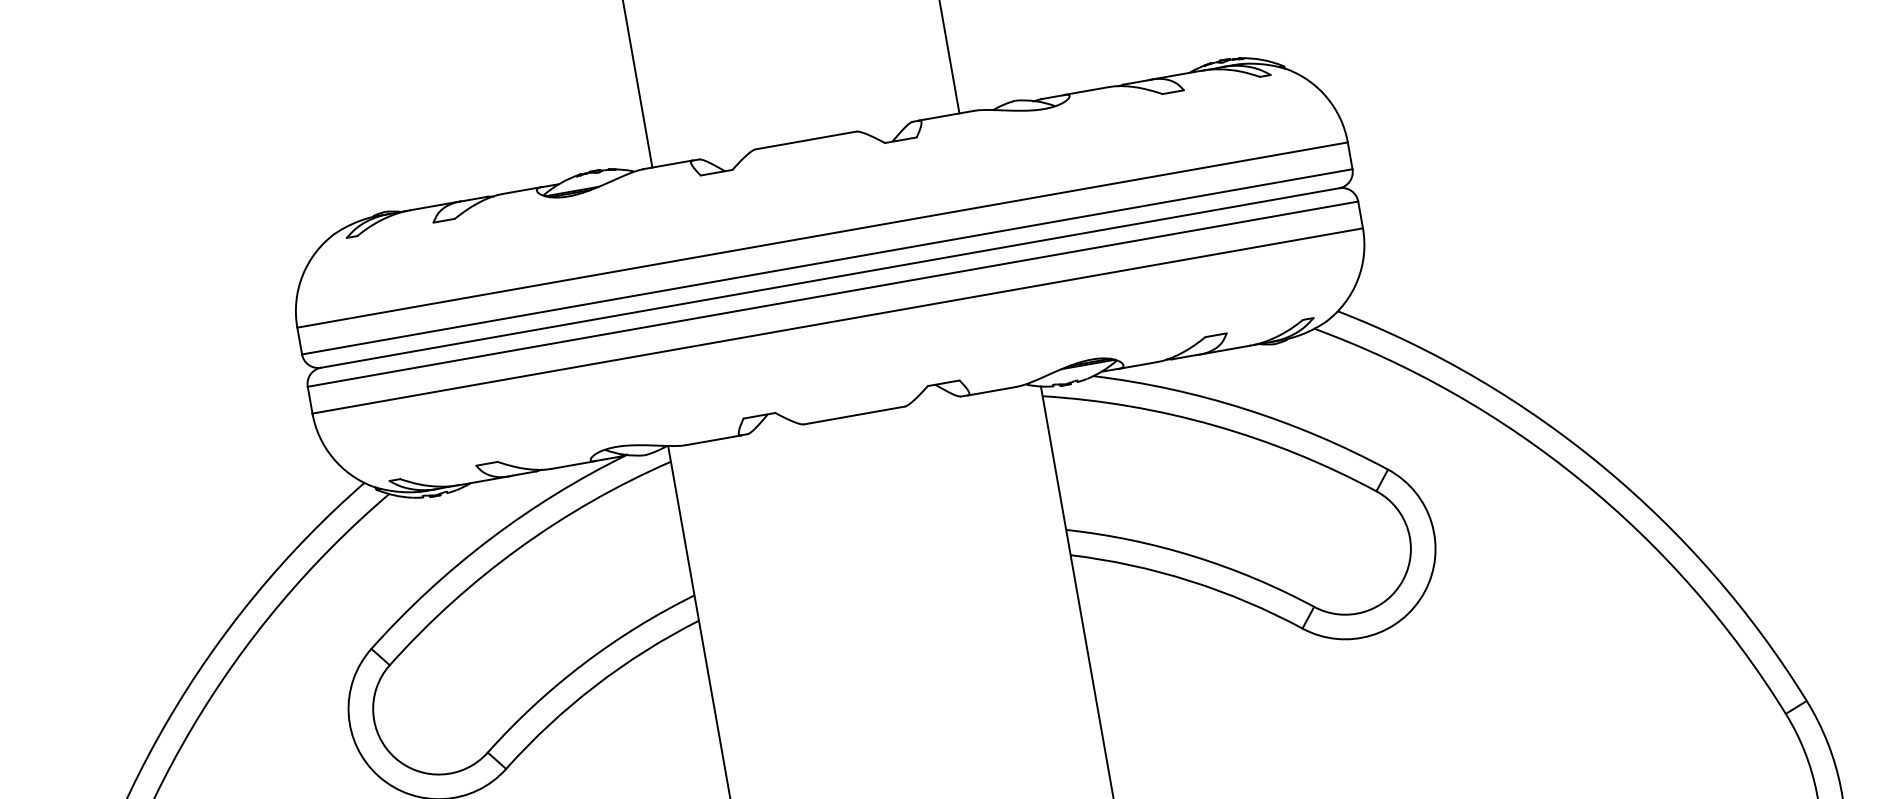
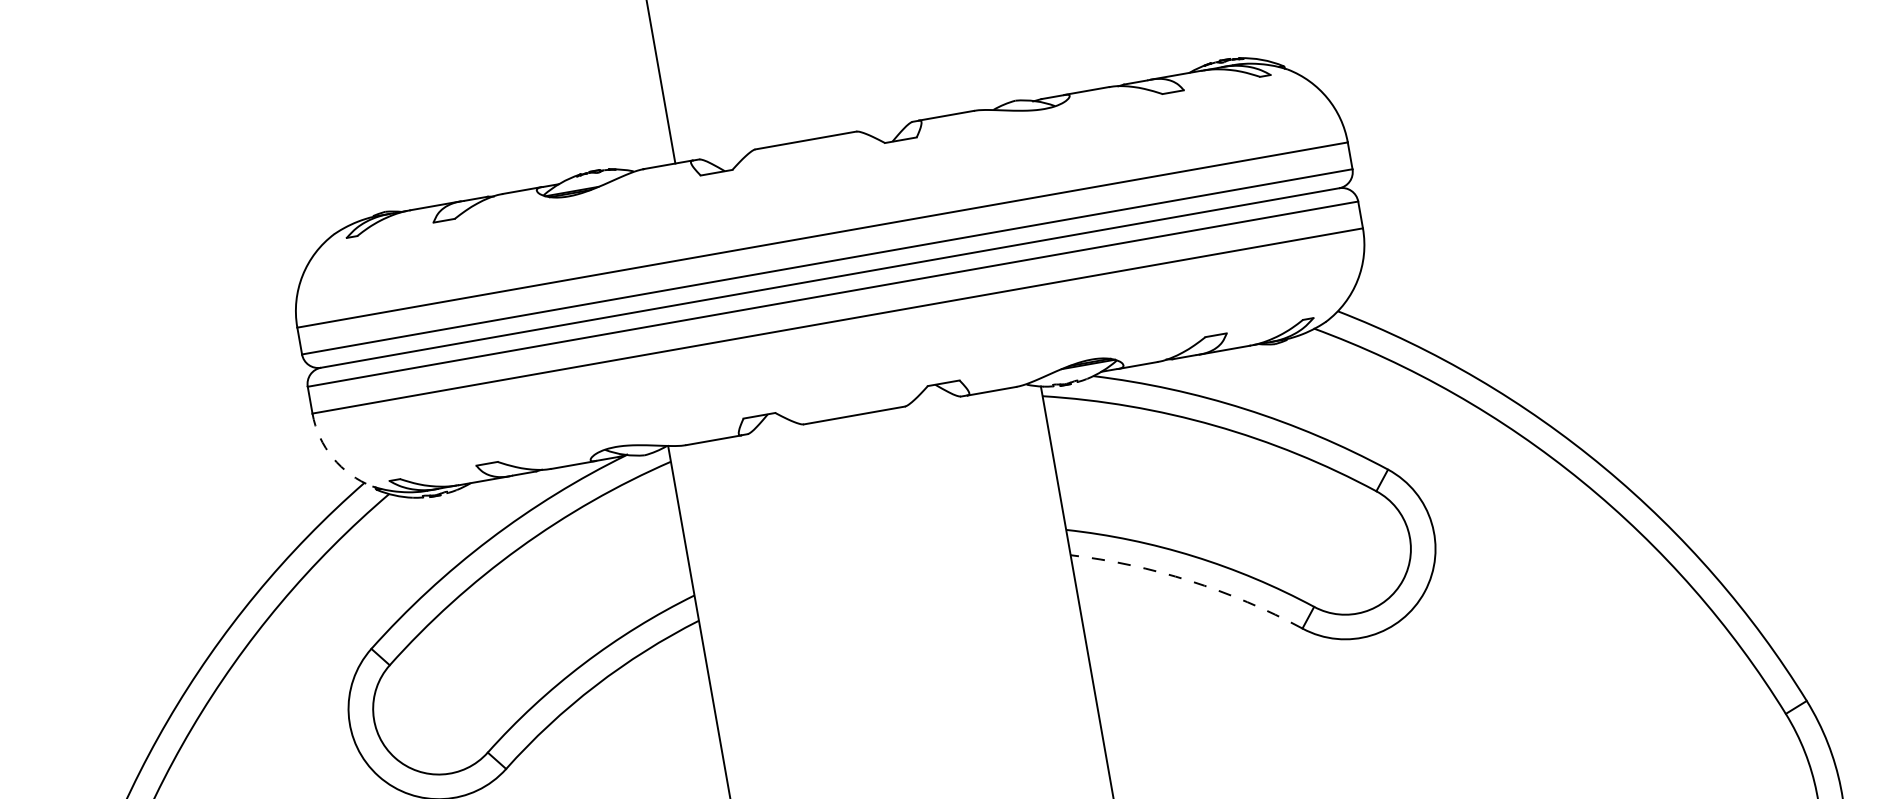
line at (949, 57): present -> none
line at (637, 84) position: (637, 84) -> (660, 82)
arc at (332, 457): solid -> dashed
arc at (1190, 580): solid -> dashed
